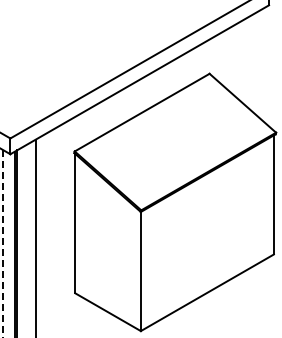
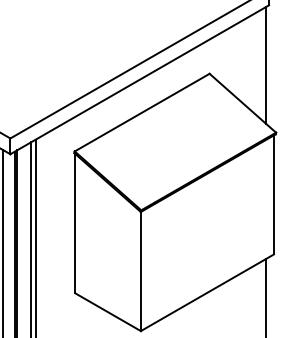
line at (265, 65): none -> present
line at (30, 238): none -> present
line at (3, 244): dashed -> solid
line at (265, 296): none -> present
